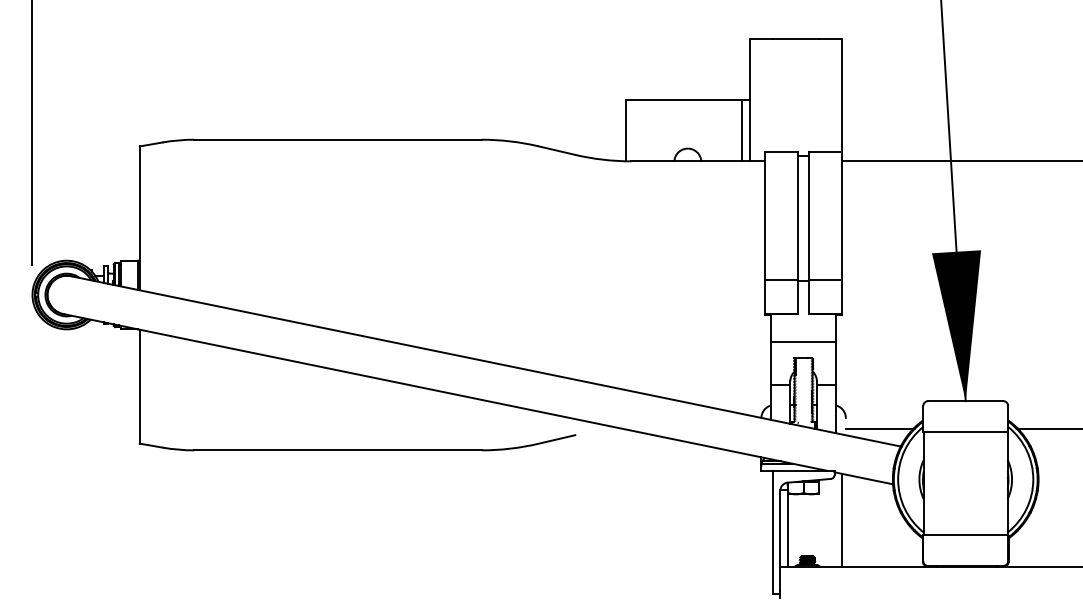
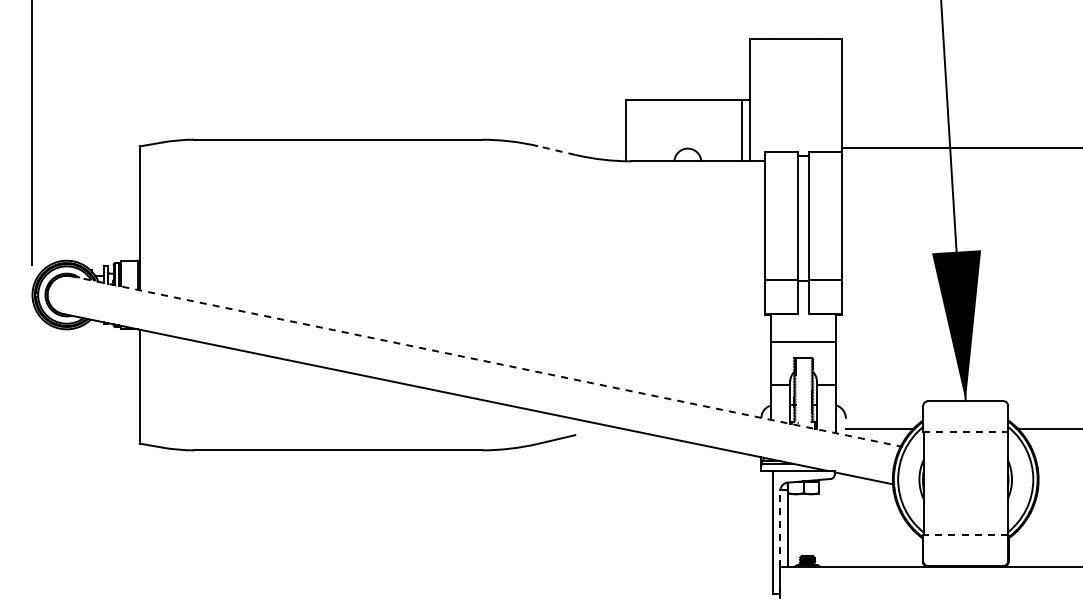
line at (556, 150): solid -> dashed
line at (960, 161) position: (960, 161) -> (960, 148)
line at (485, 361): solid -> dashed
line at (966, 432): solid -> dashed
line at (842, 520): present -> none
line at (780, 528): solid -> dashed
line at (965, 535): solid -> dashed
